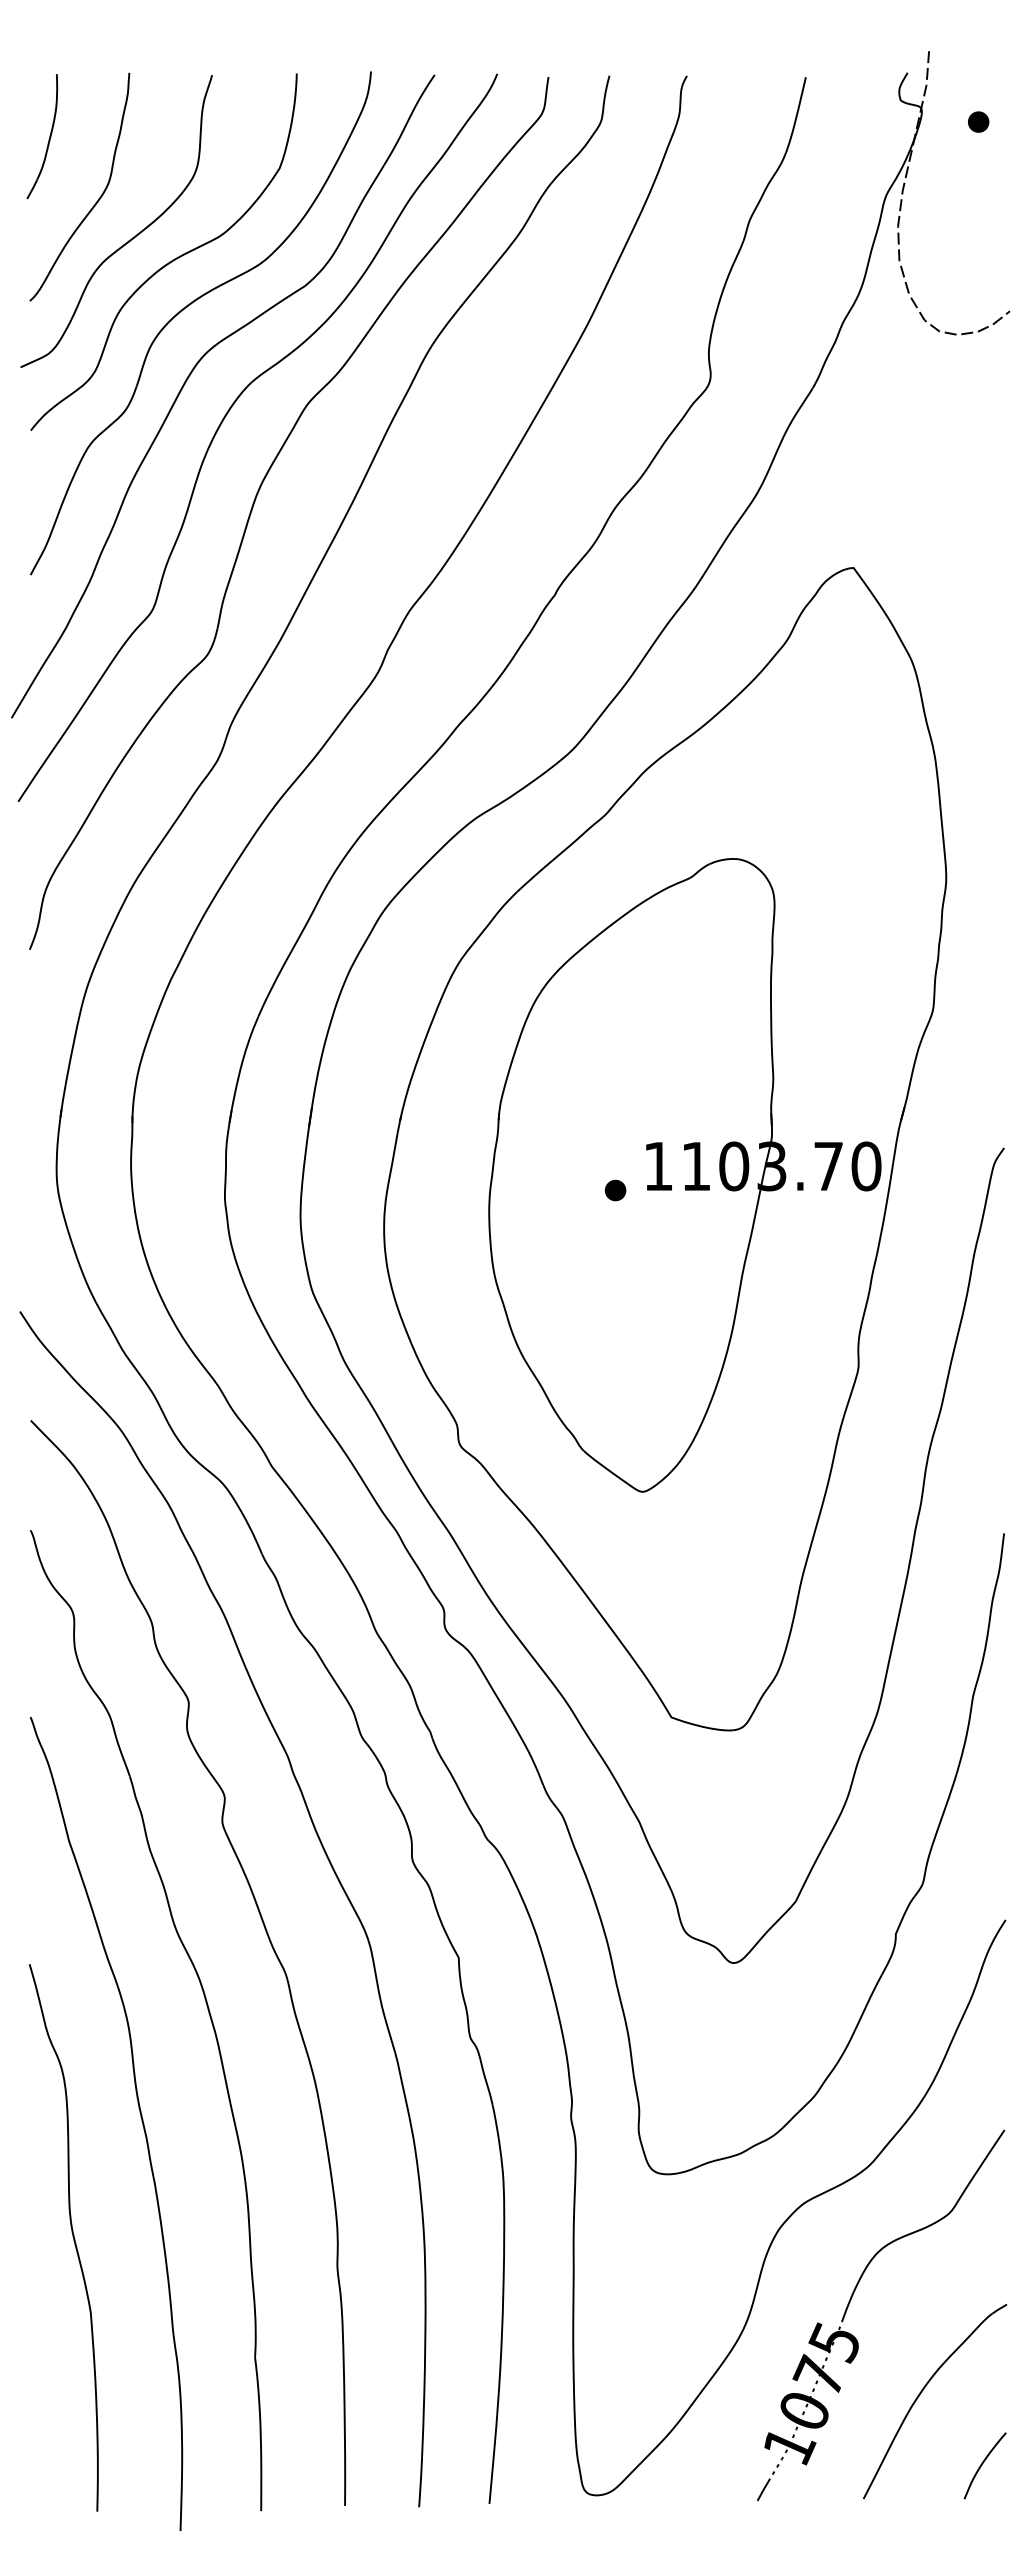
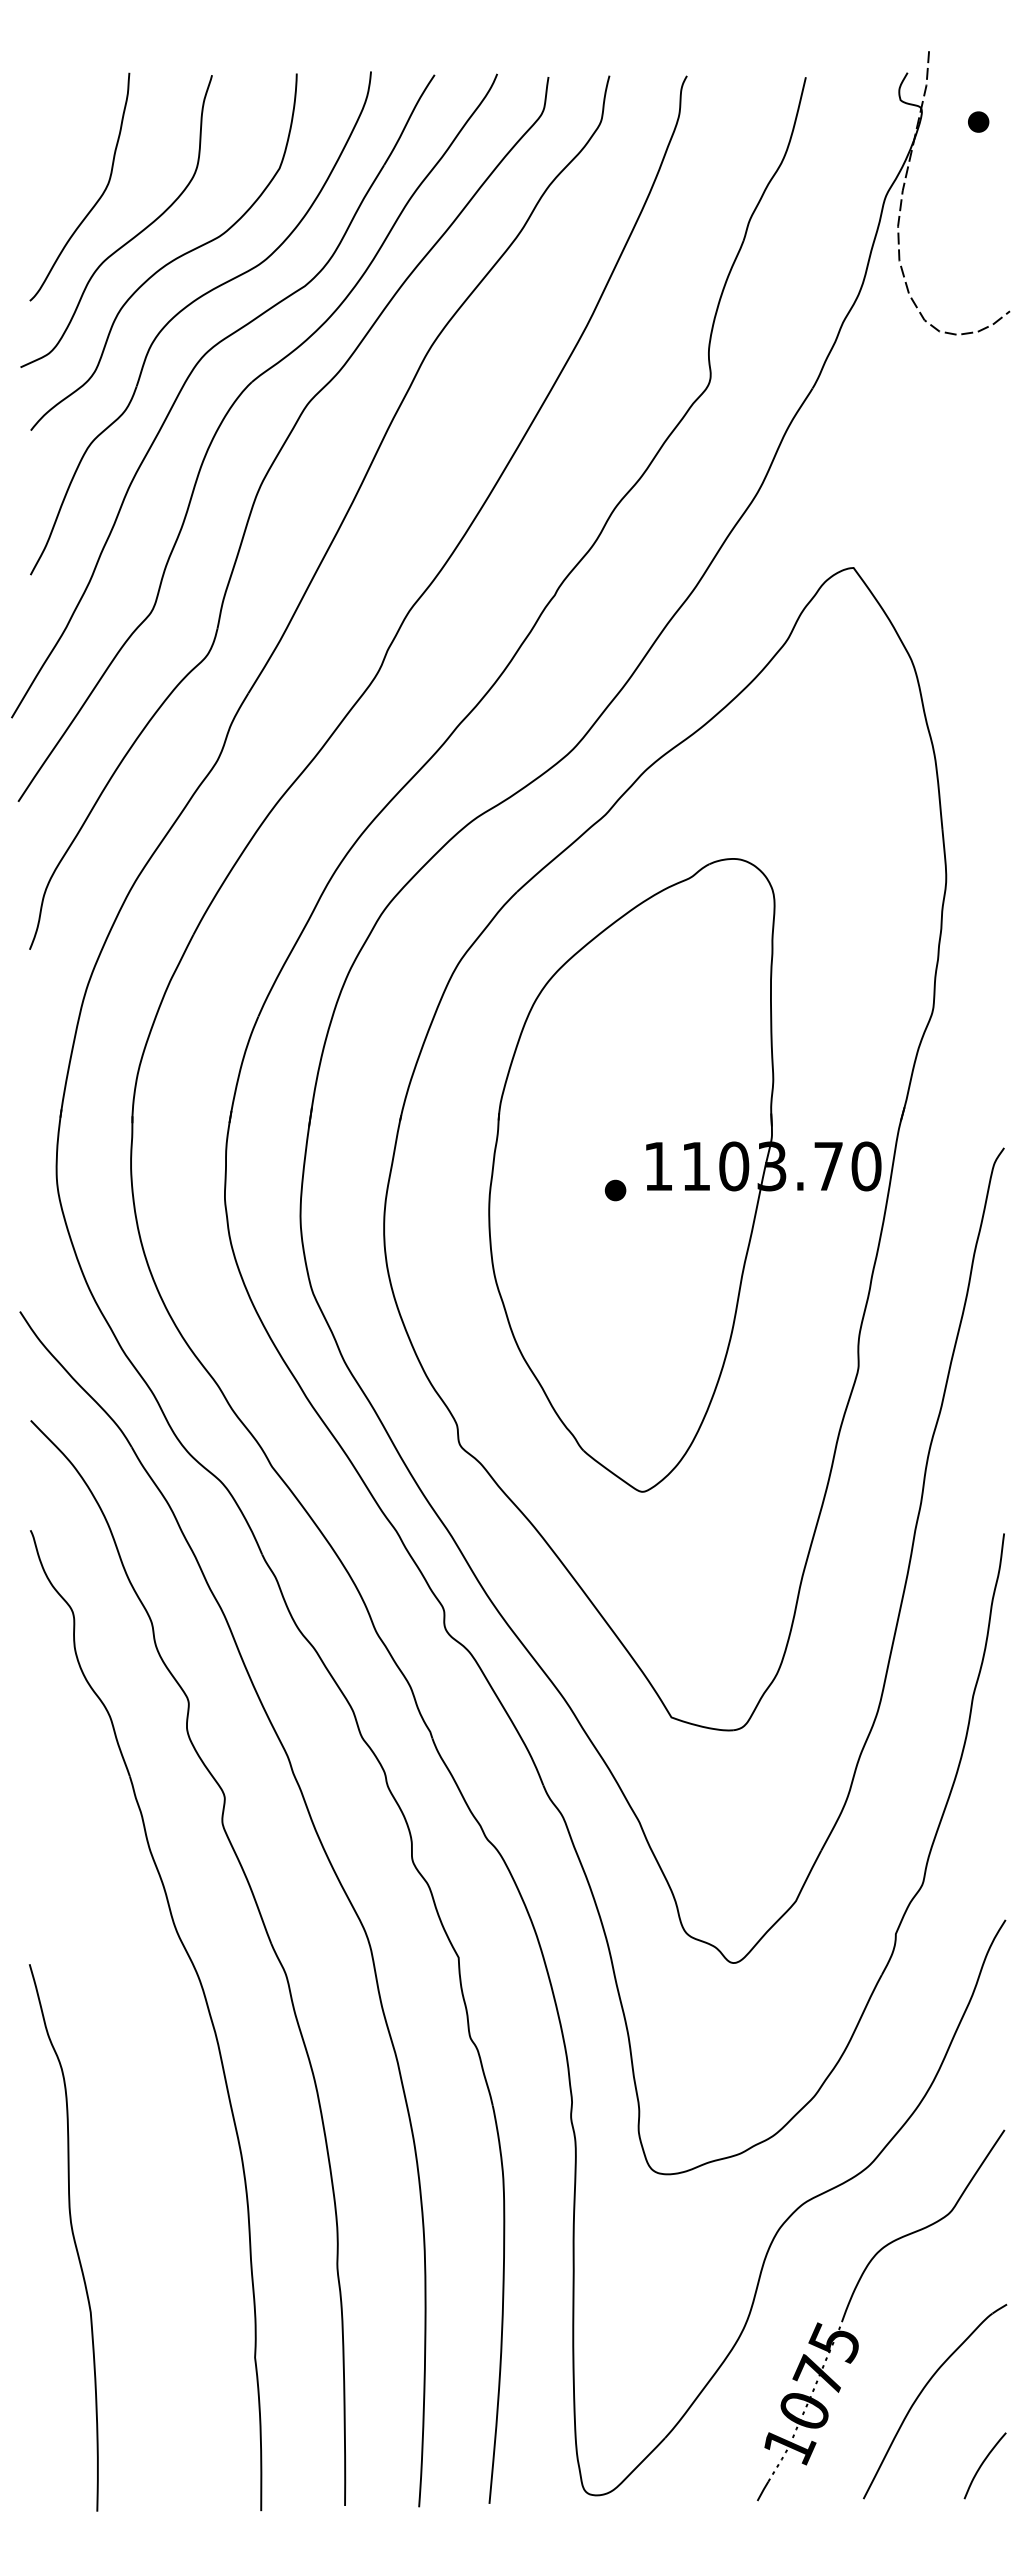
part at (48, 139): present -> none
part at (140, 2117): present -> none
